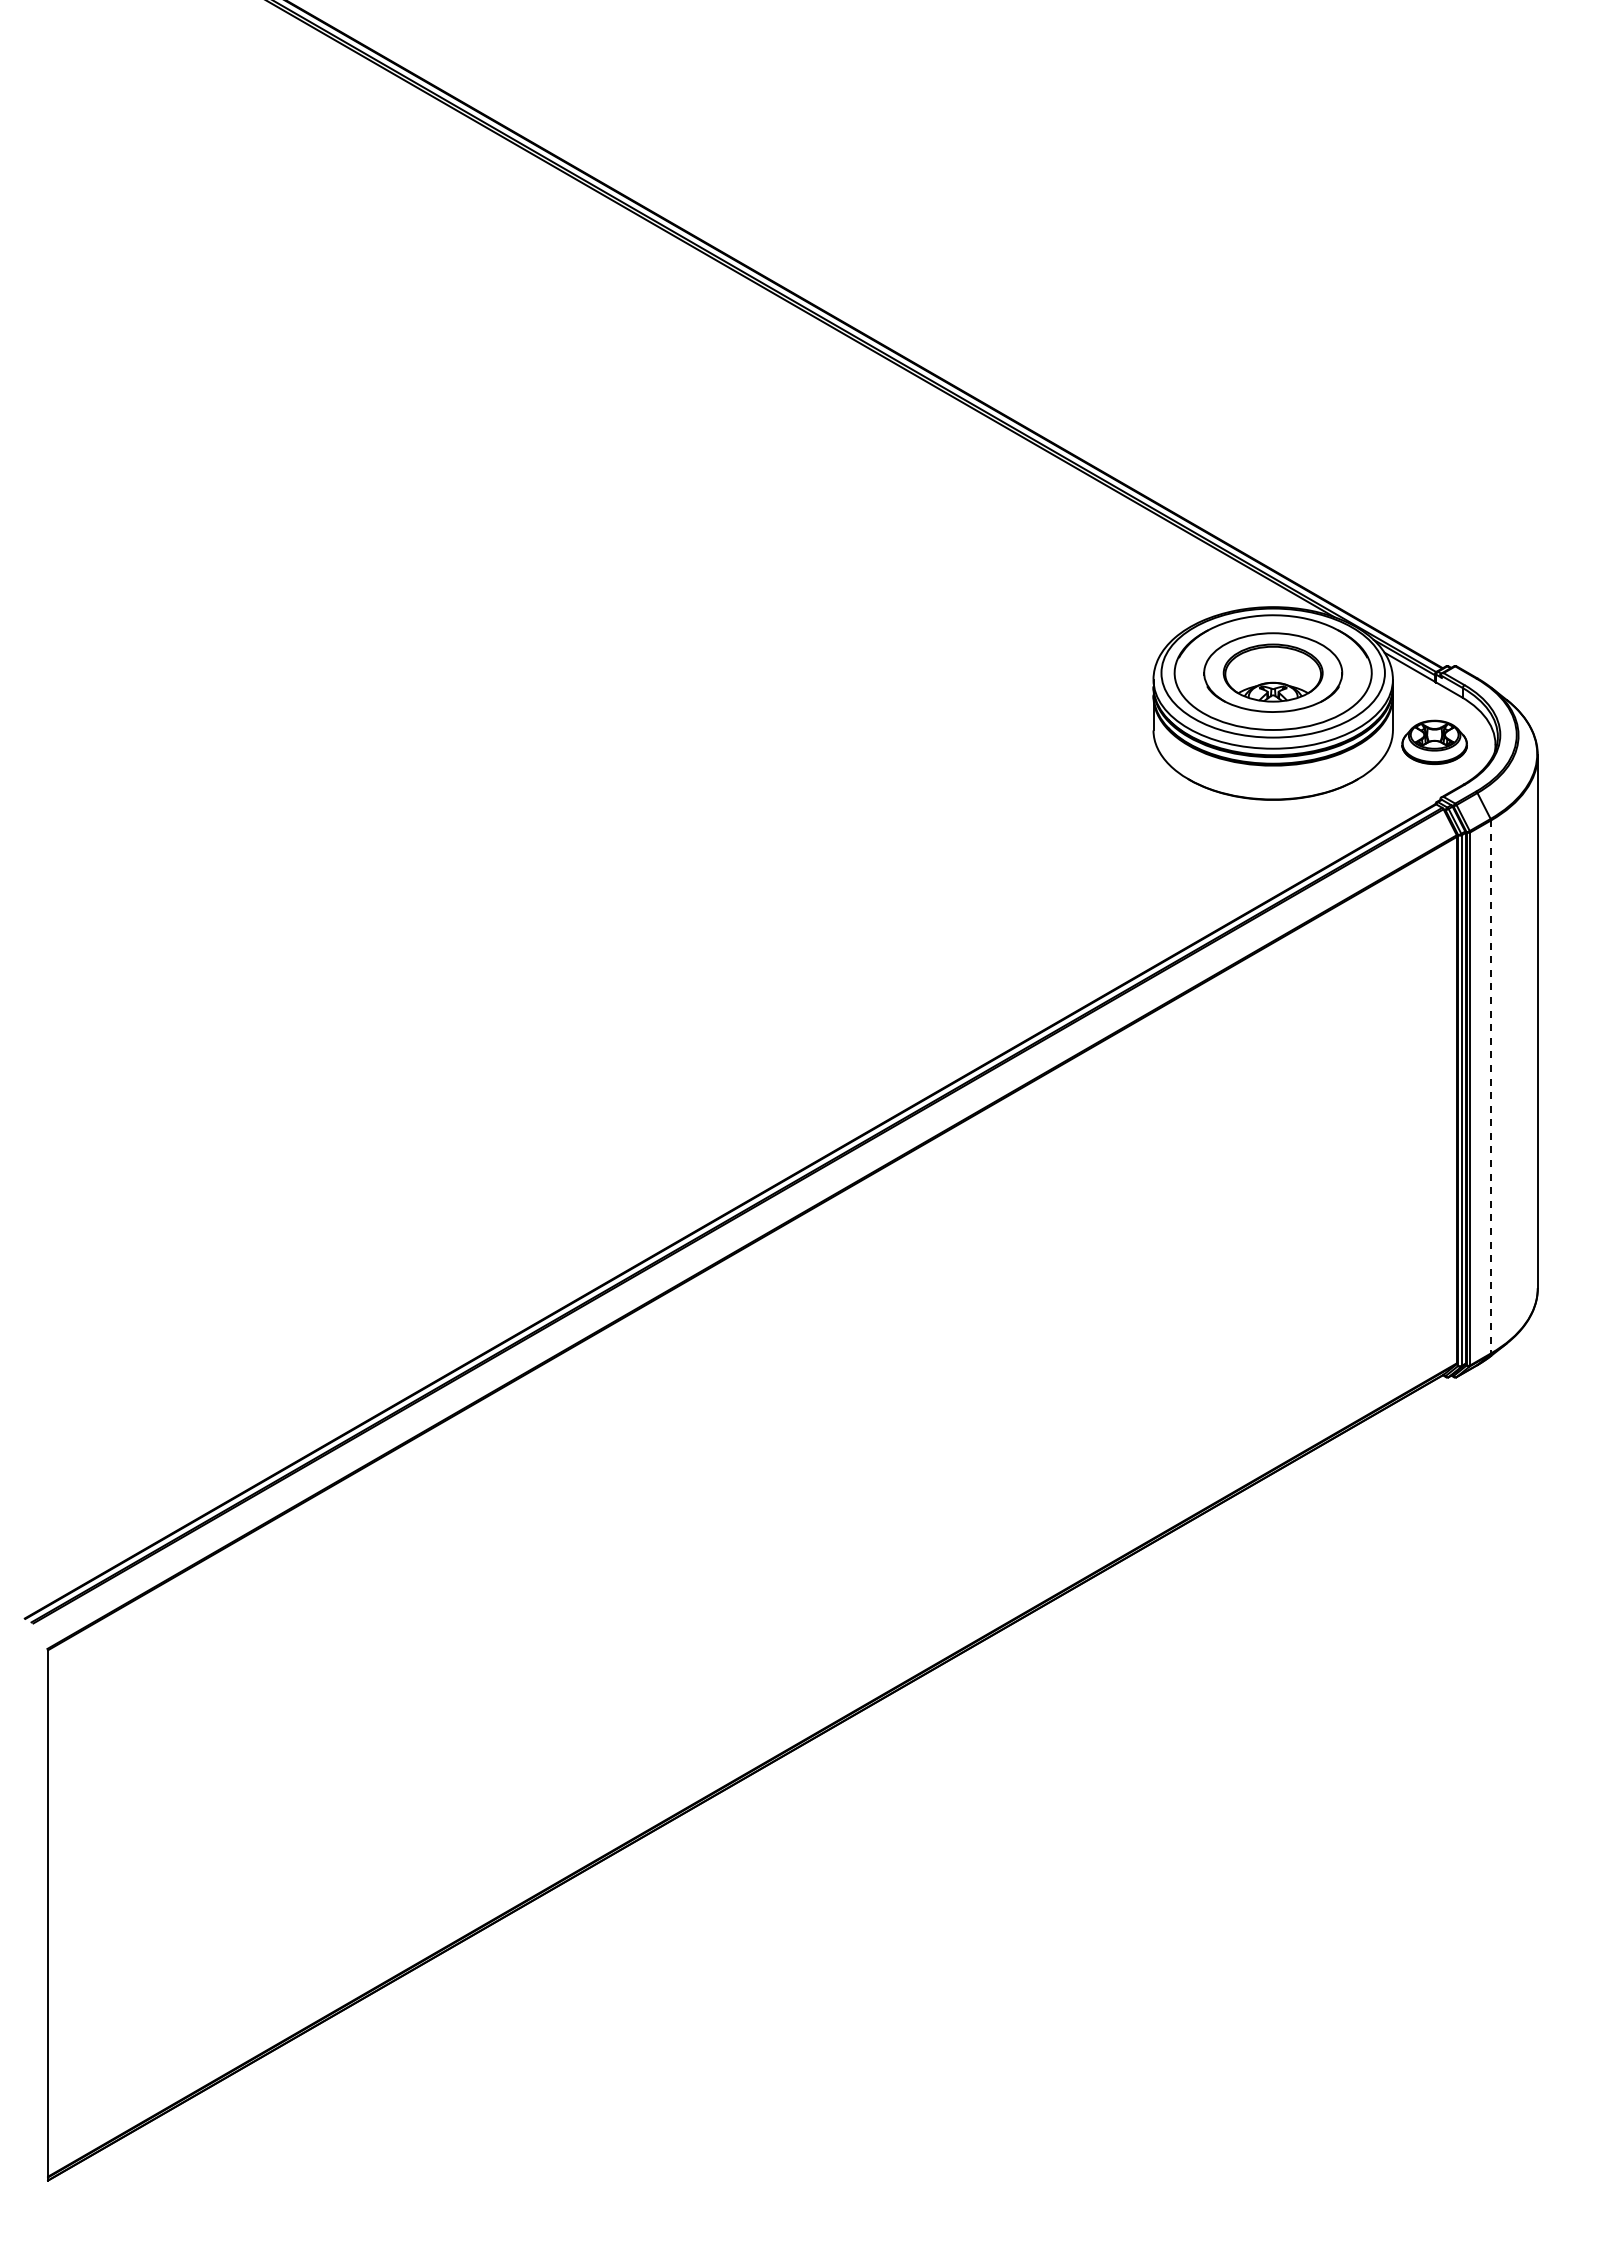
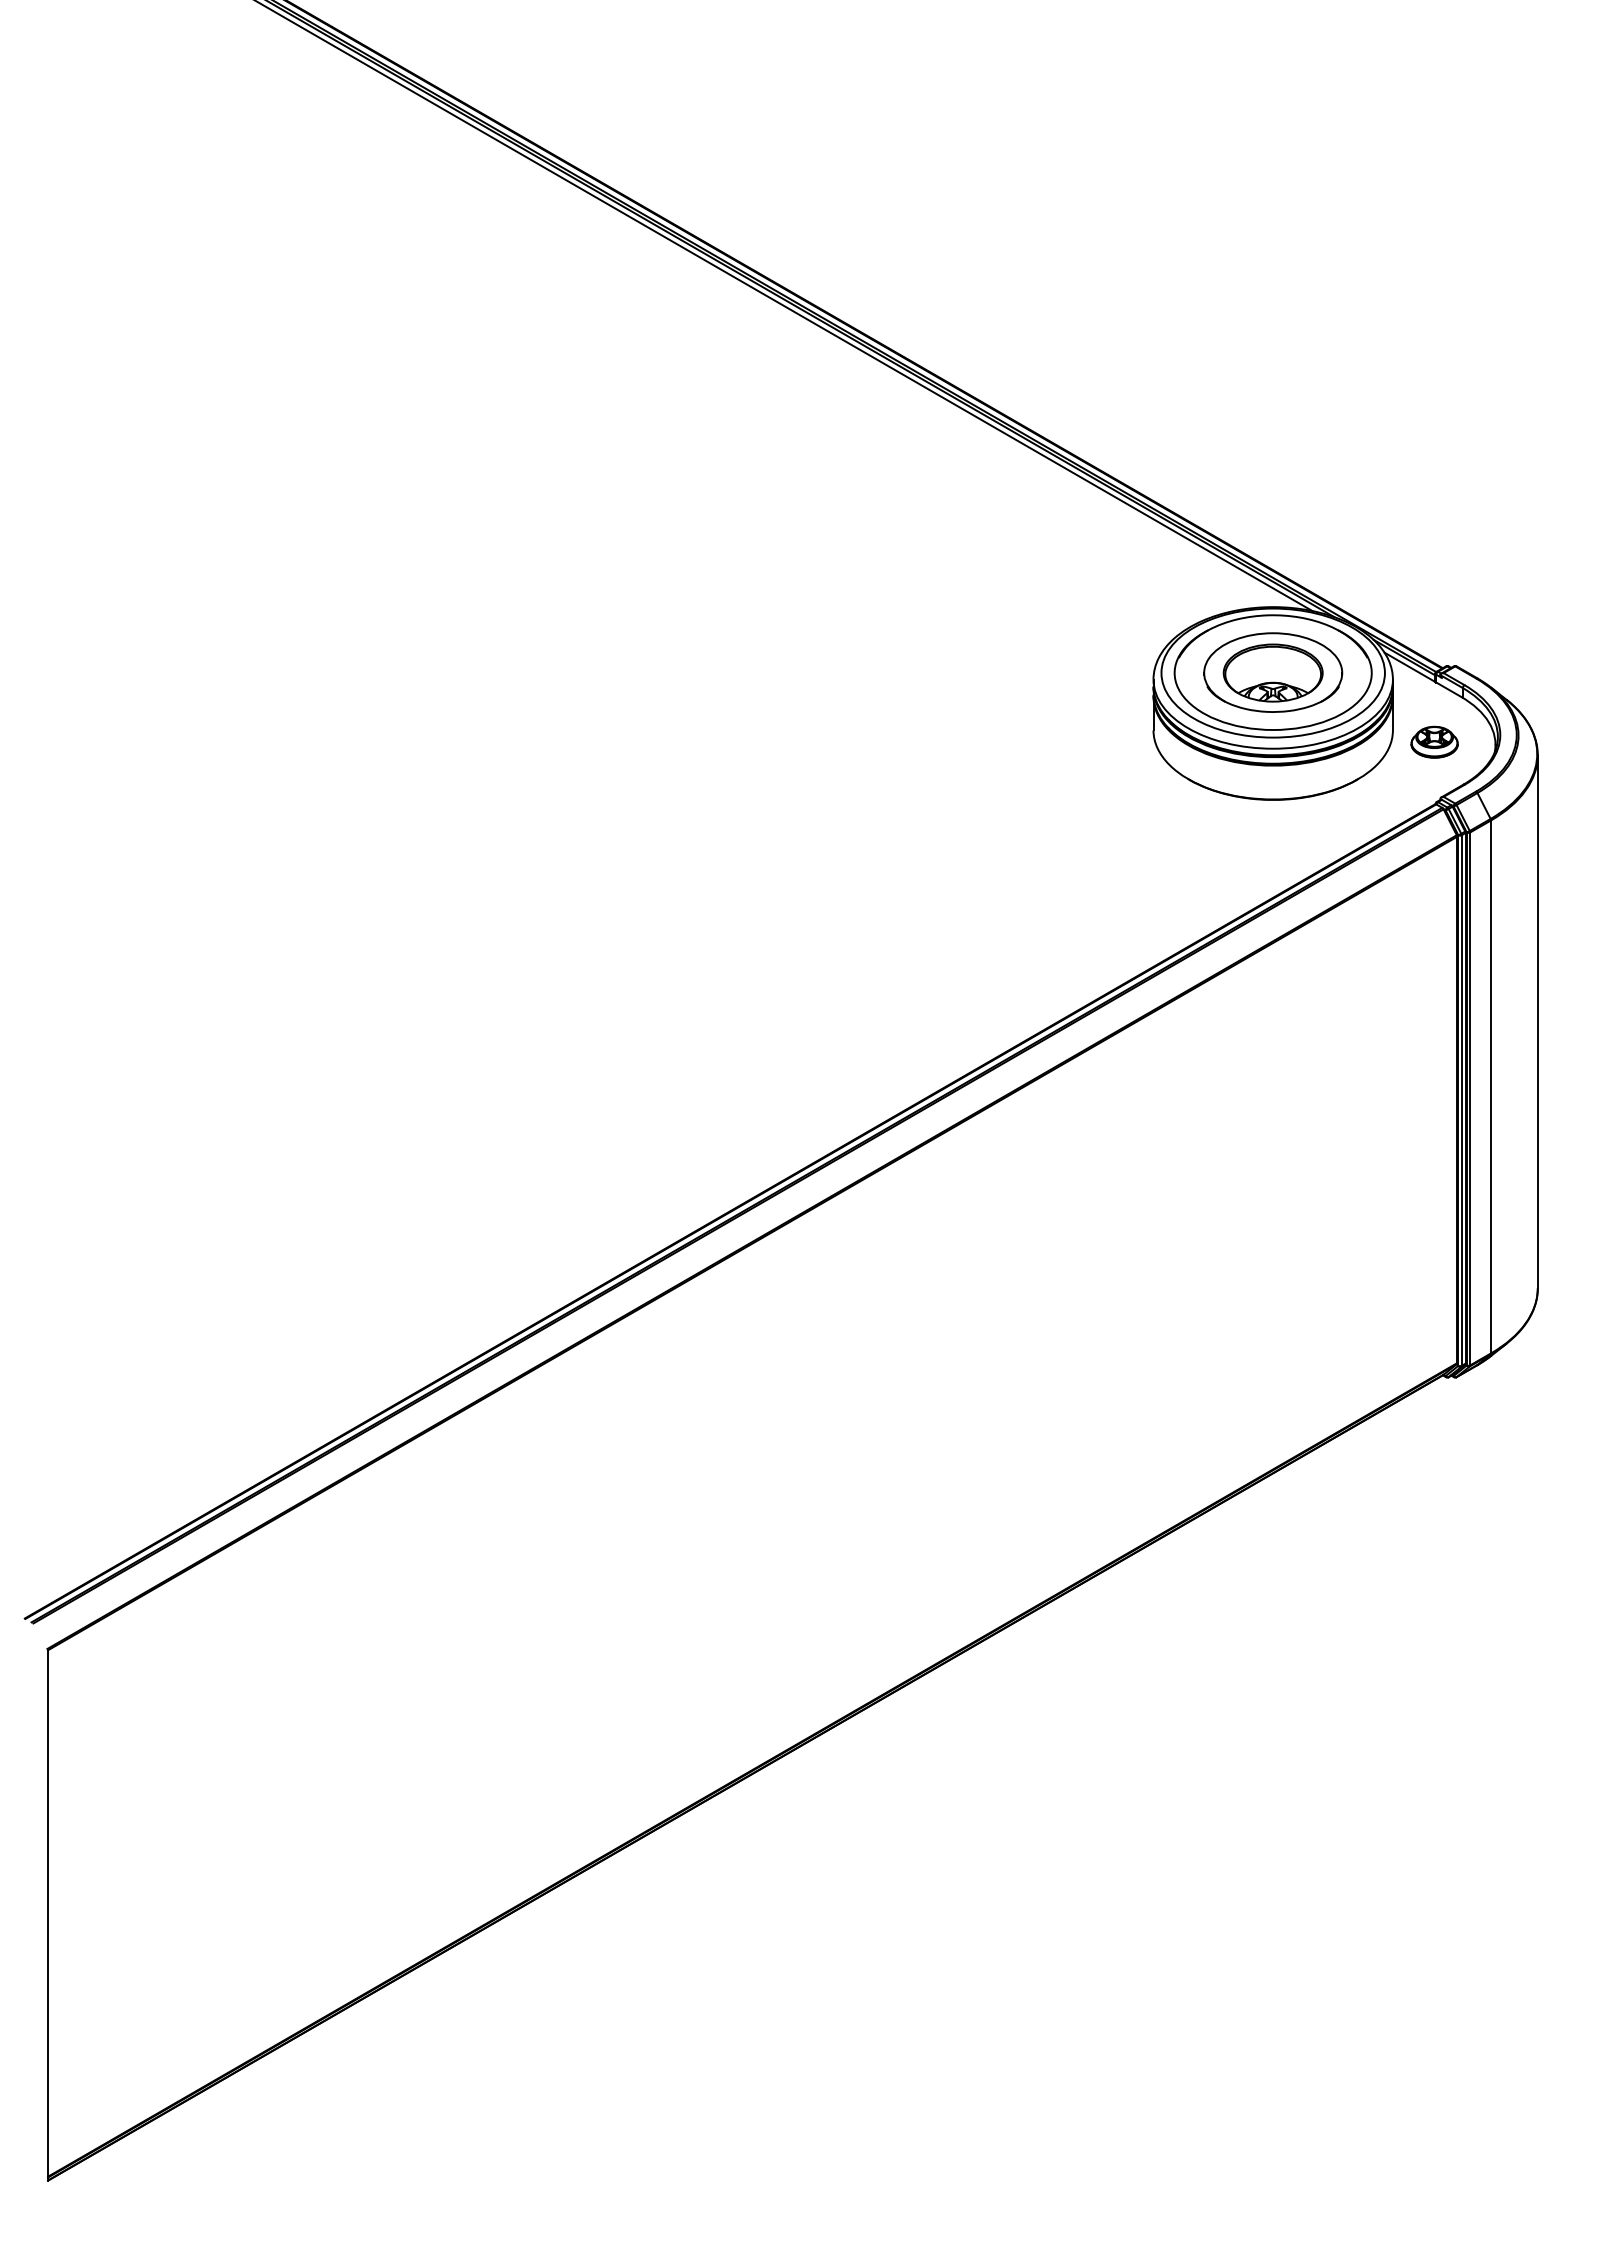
line at (784, 306): none -> present
part at (1434, 741) size: 67x46 px -> 49x34 px
line at (1491, 1087): dashed -> solid
